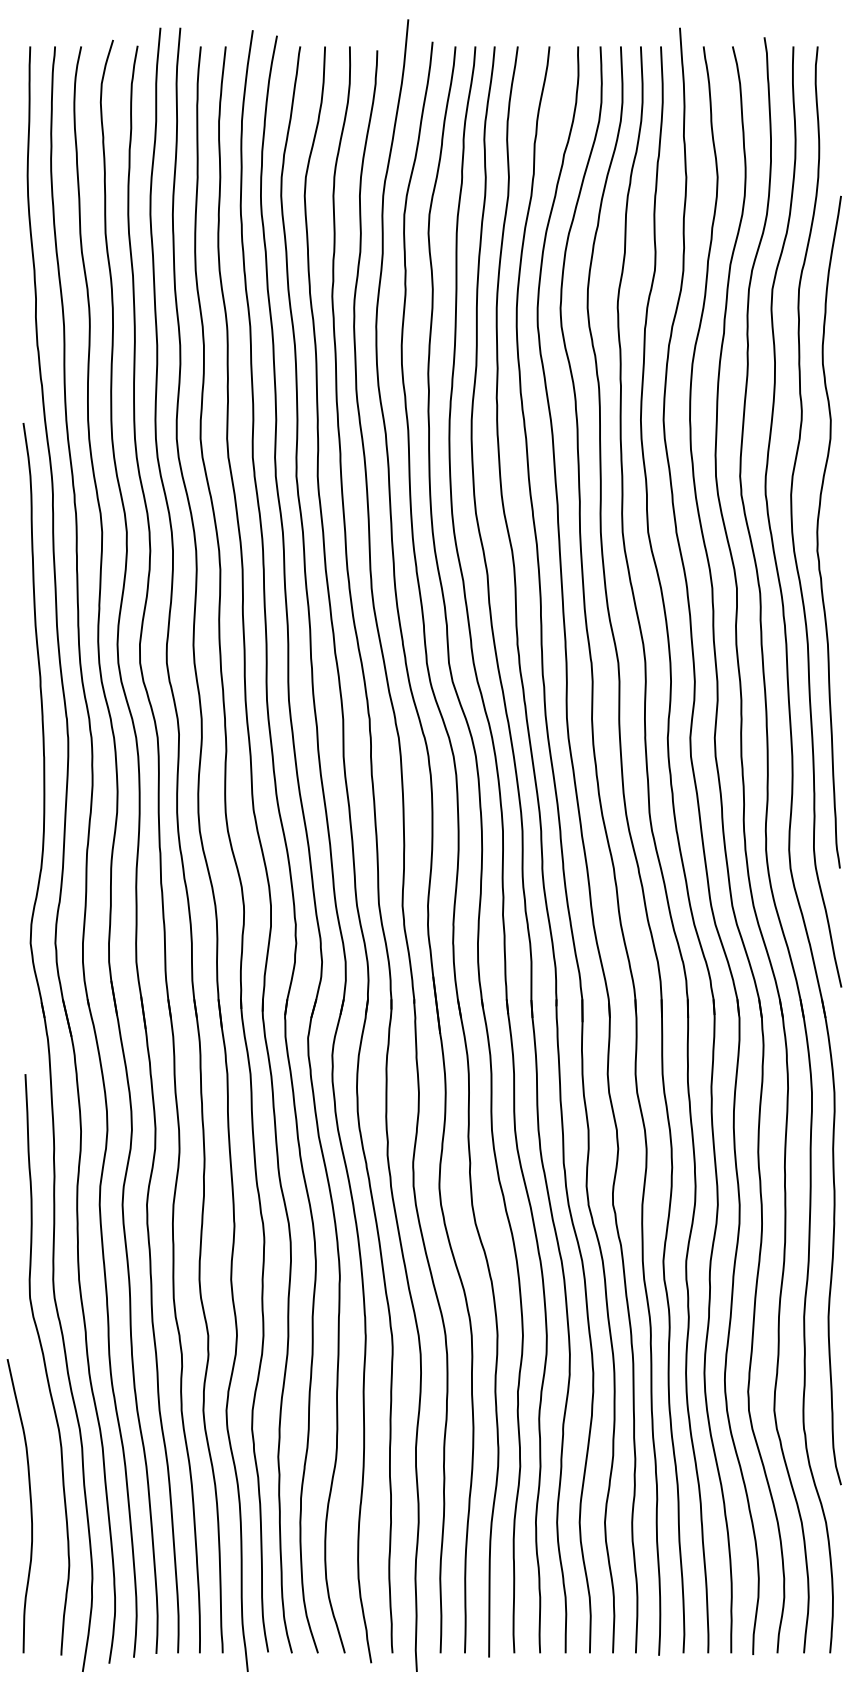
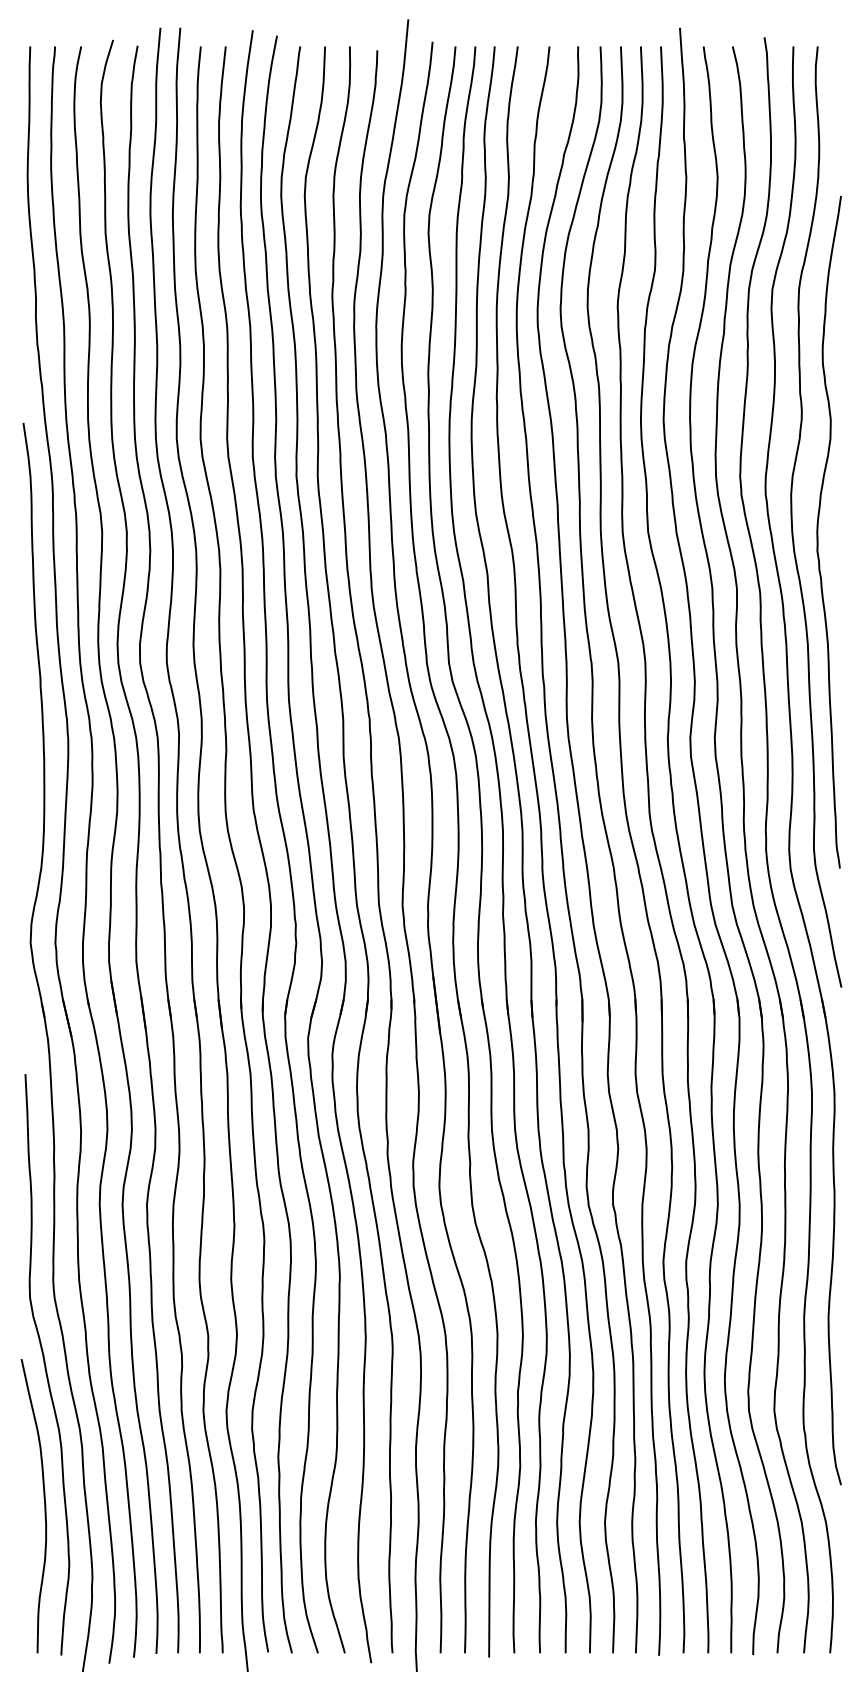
curve at (30, 1506) position: (30, 1506) -> (44, 1506)
